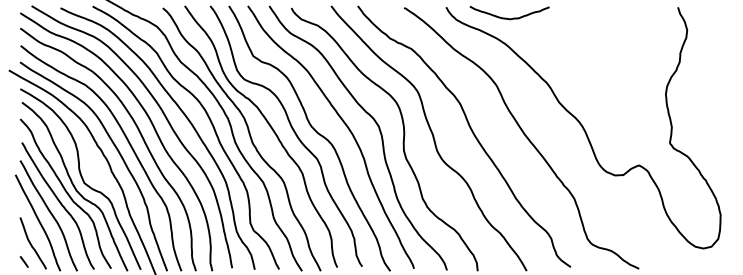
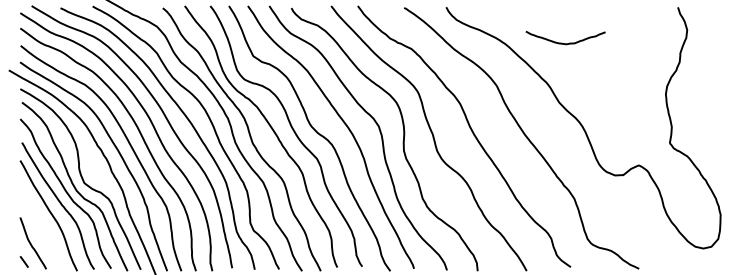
curve at (506, 17) position: (506, 17) -> (562, 42)
curve at (38, 222): present -> none
